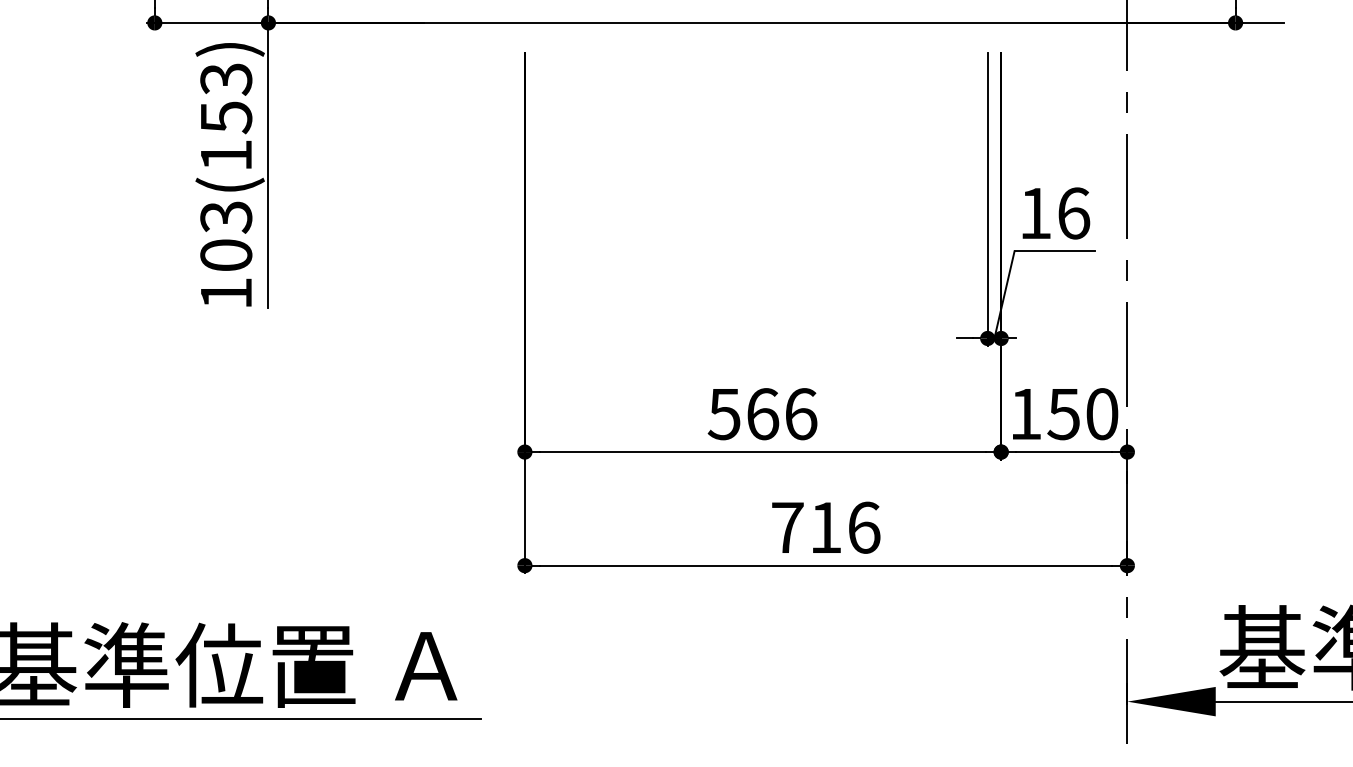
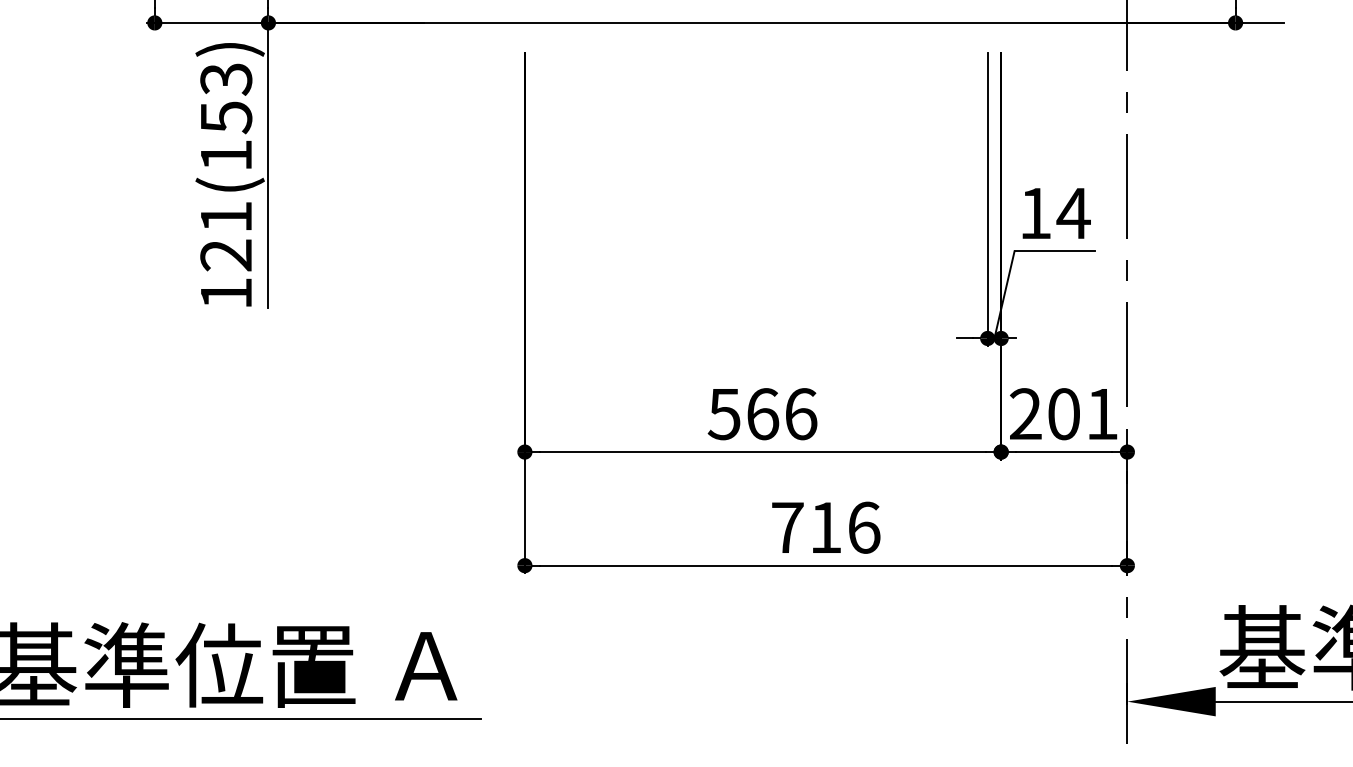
text at (1073, 213): 16 -> 14
text at (226, 236): 103(153) -> 121(153)
text at (1064, 414): 150 -> 201
